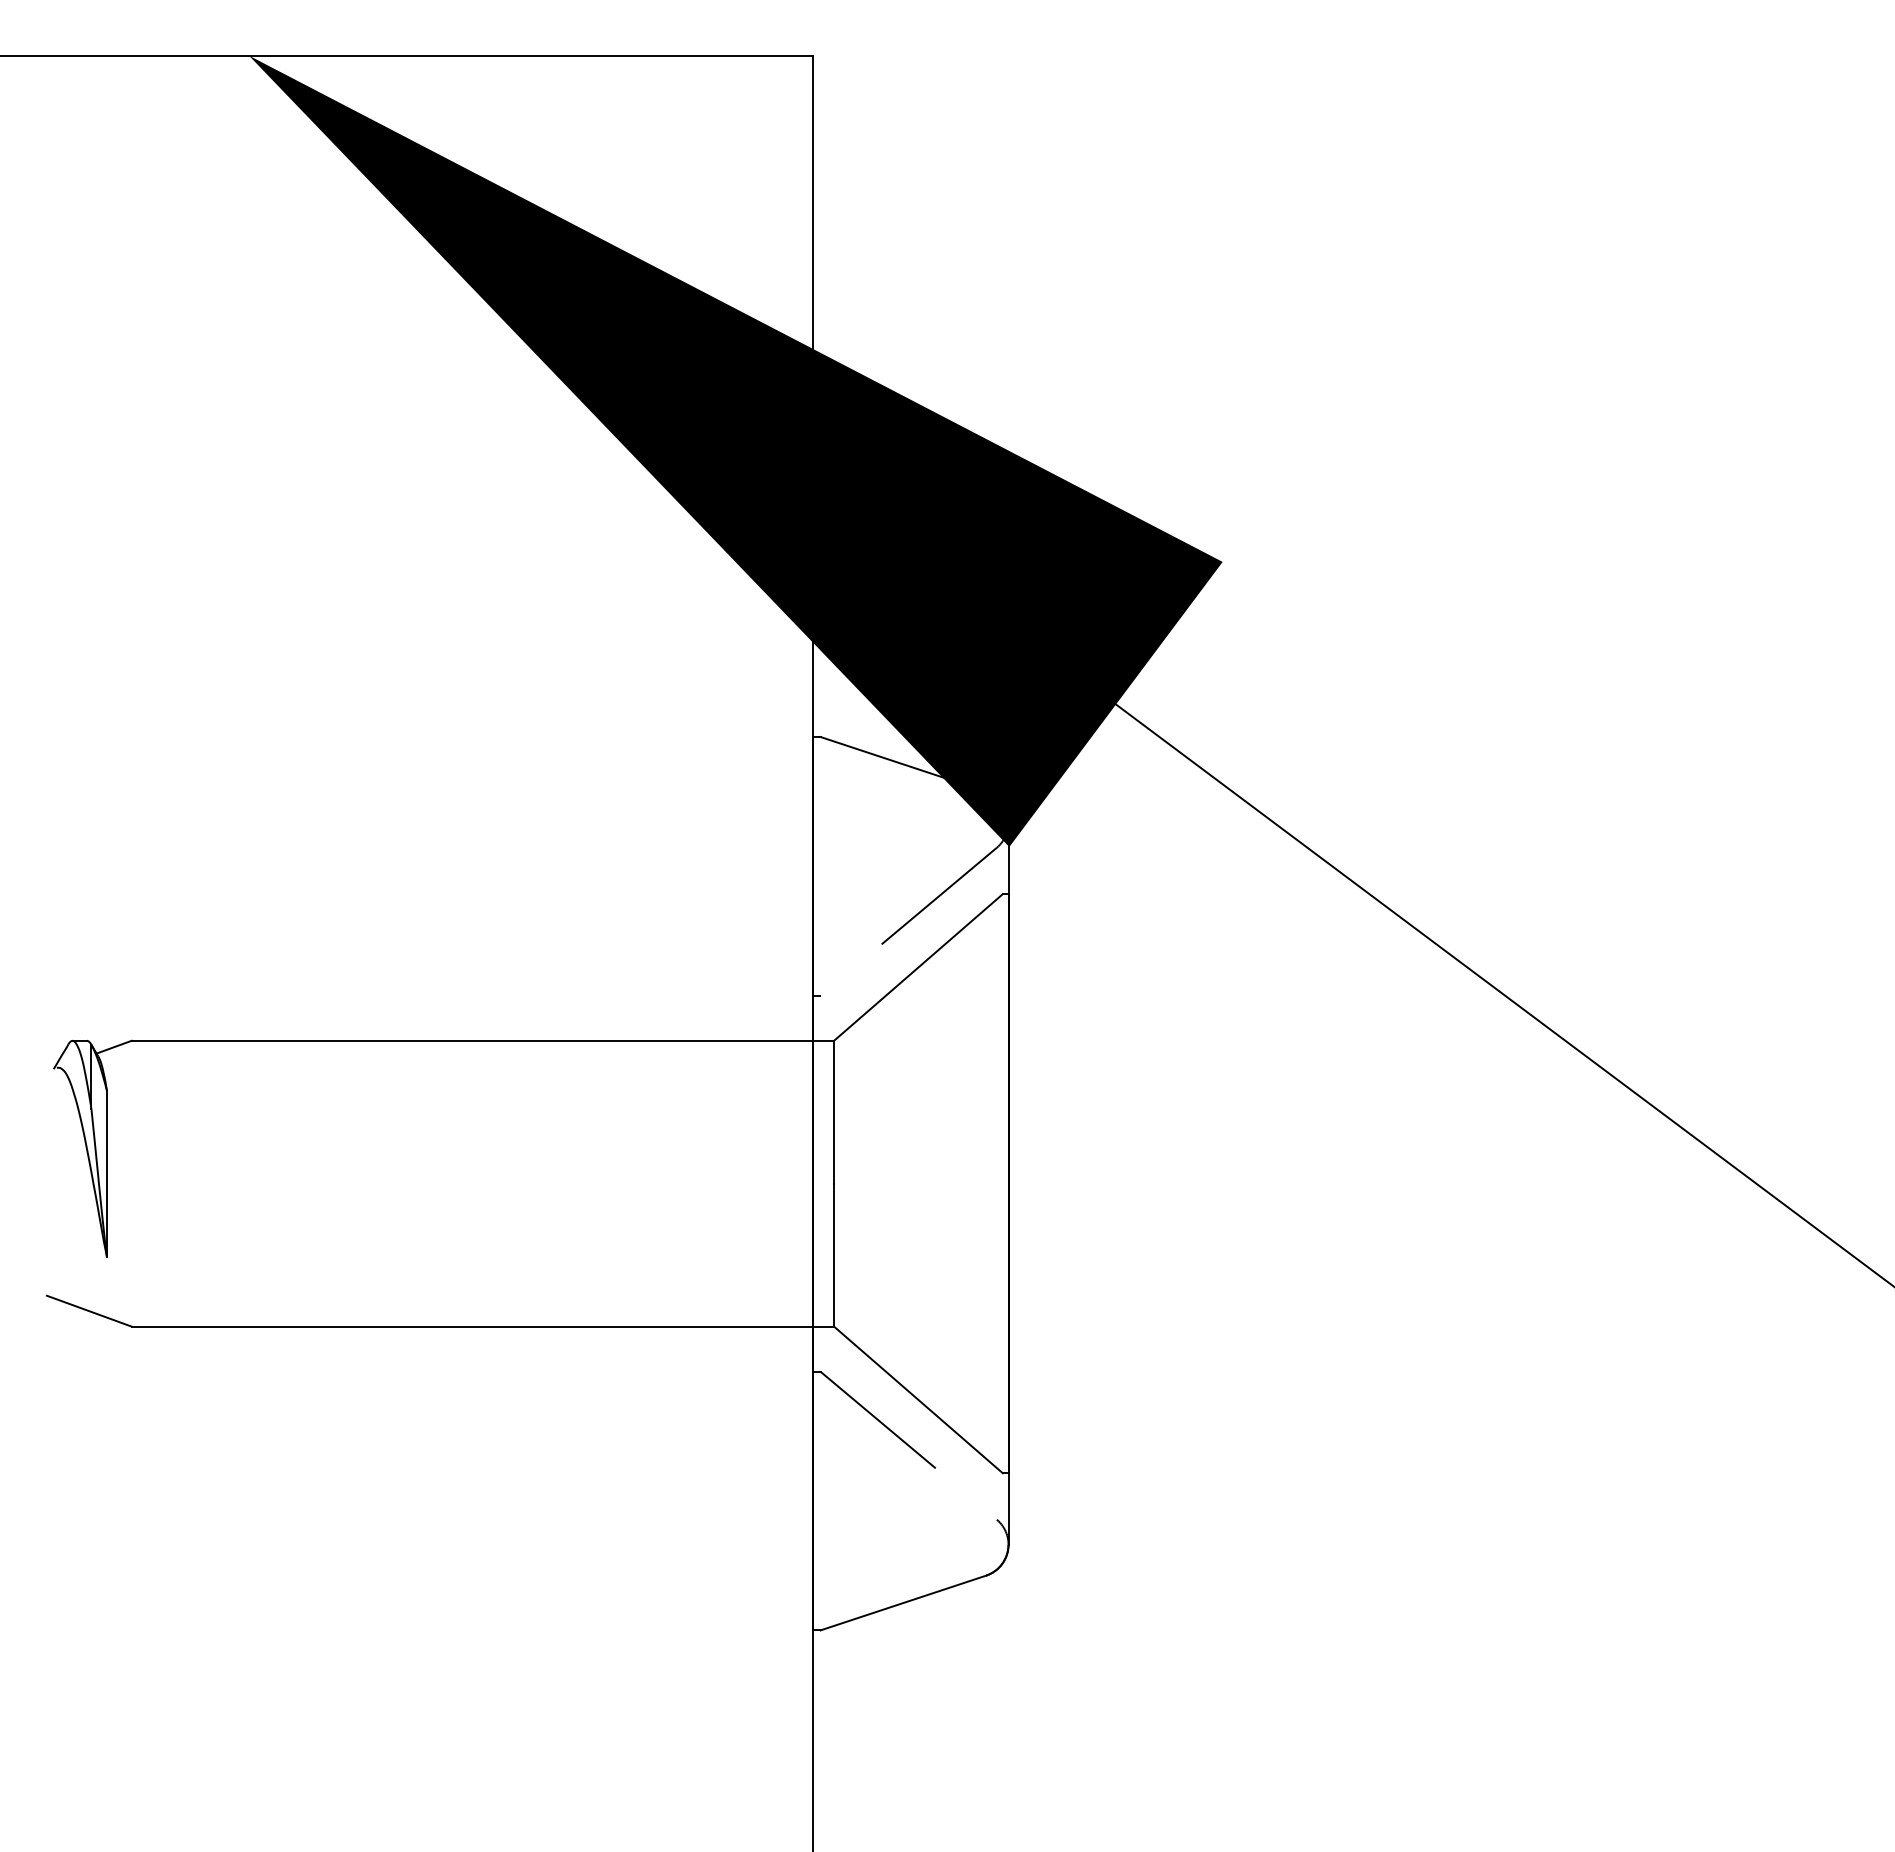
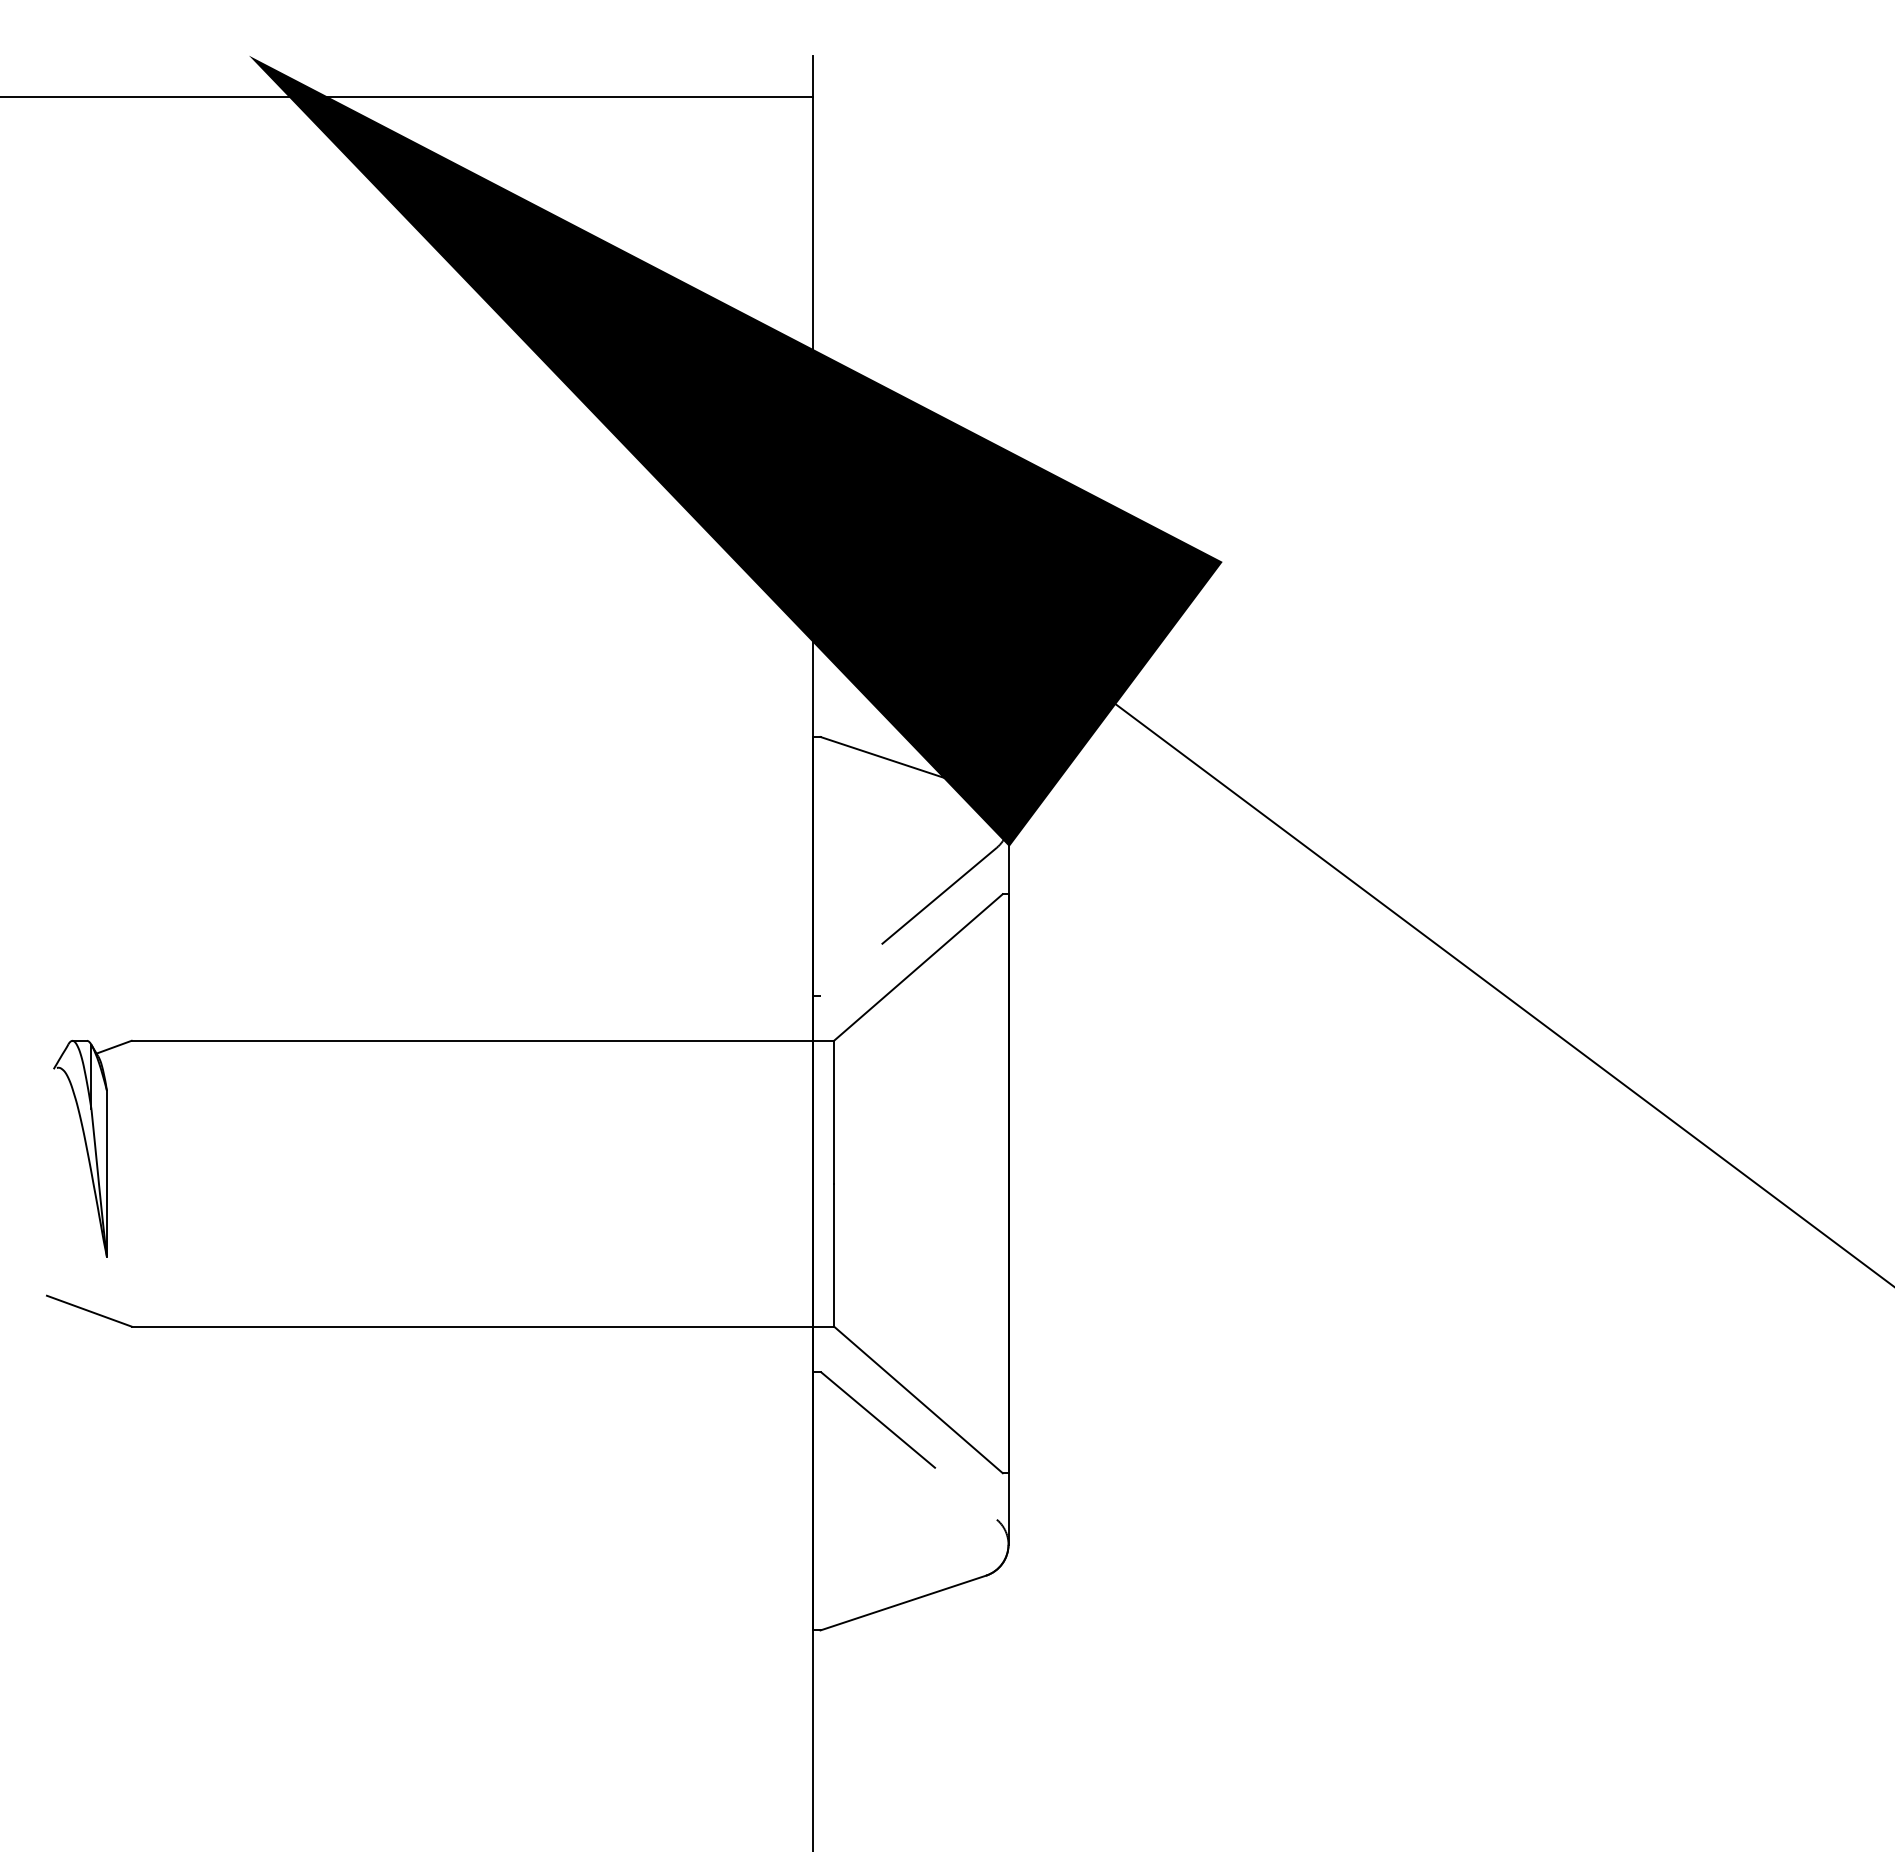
line at (407, 55) position: (407, 55) -> (407, 96)
